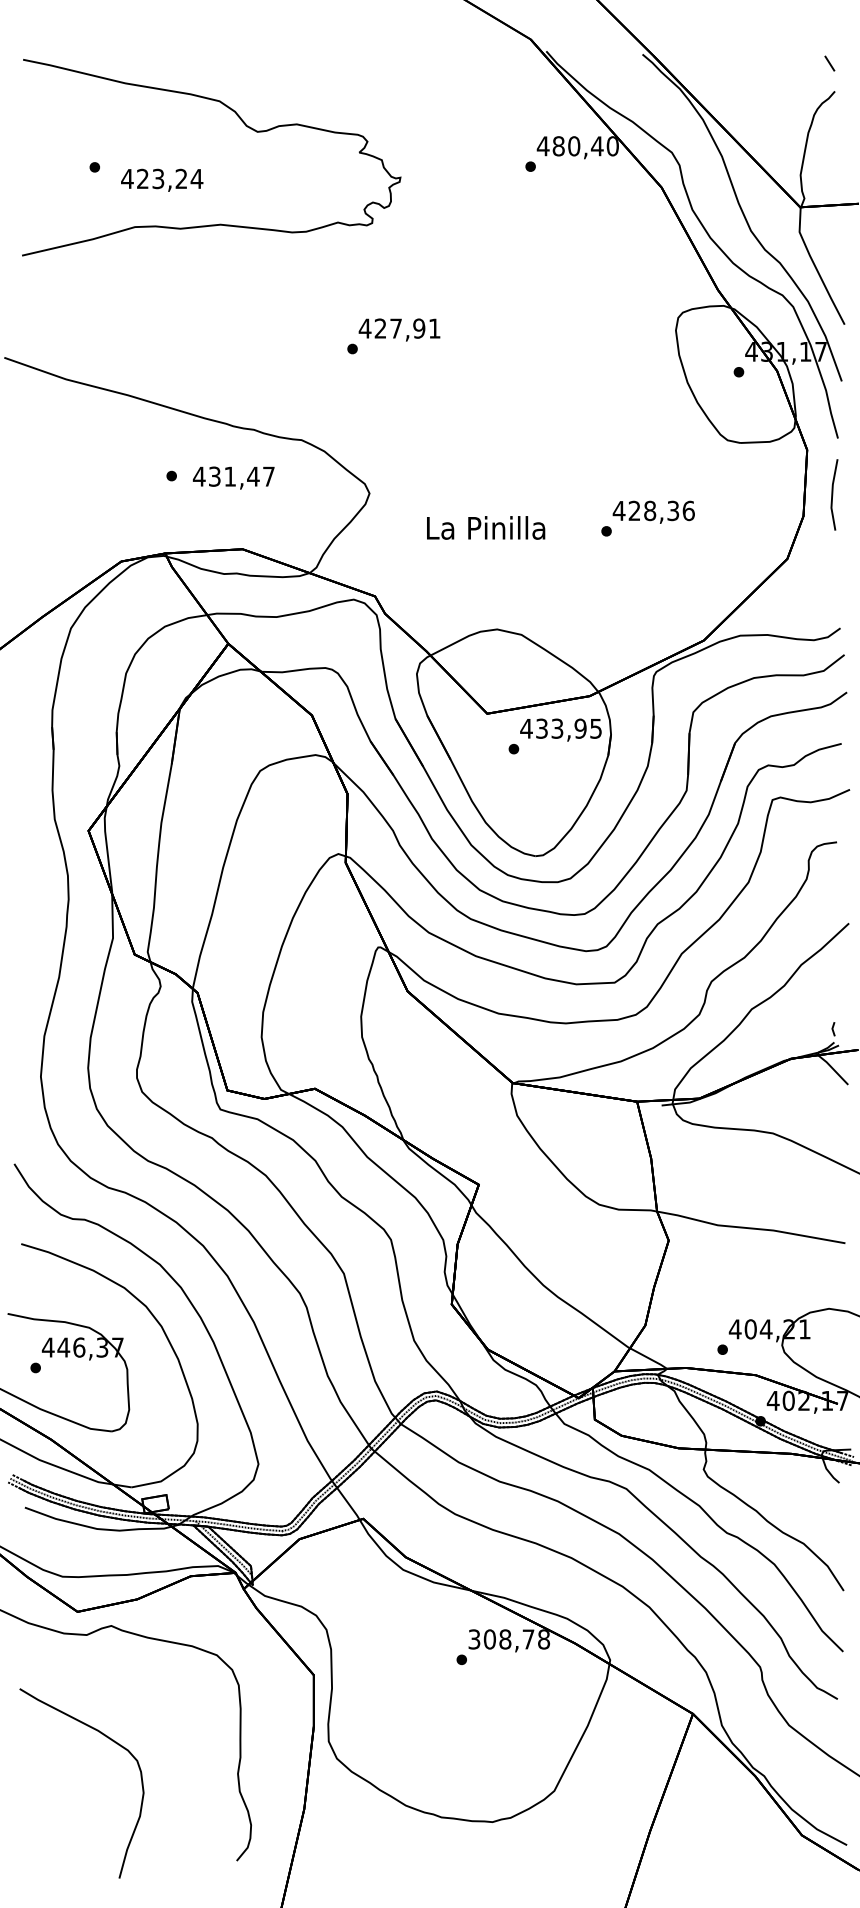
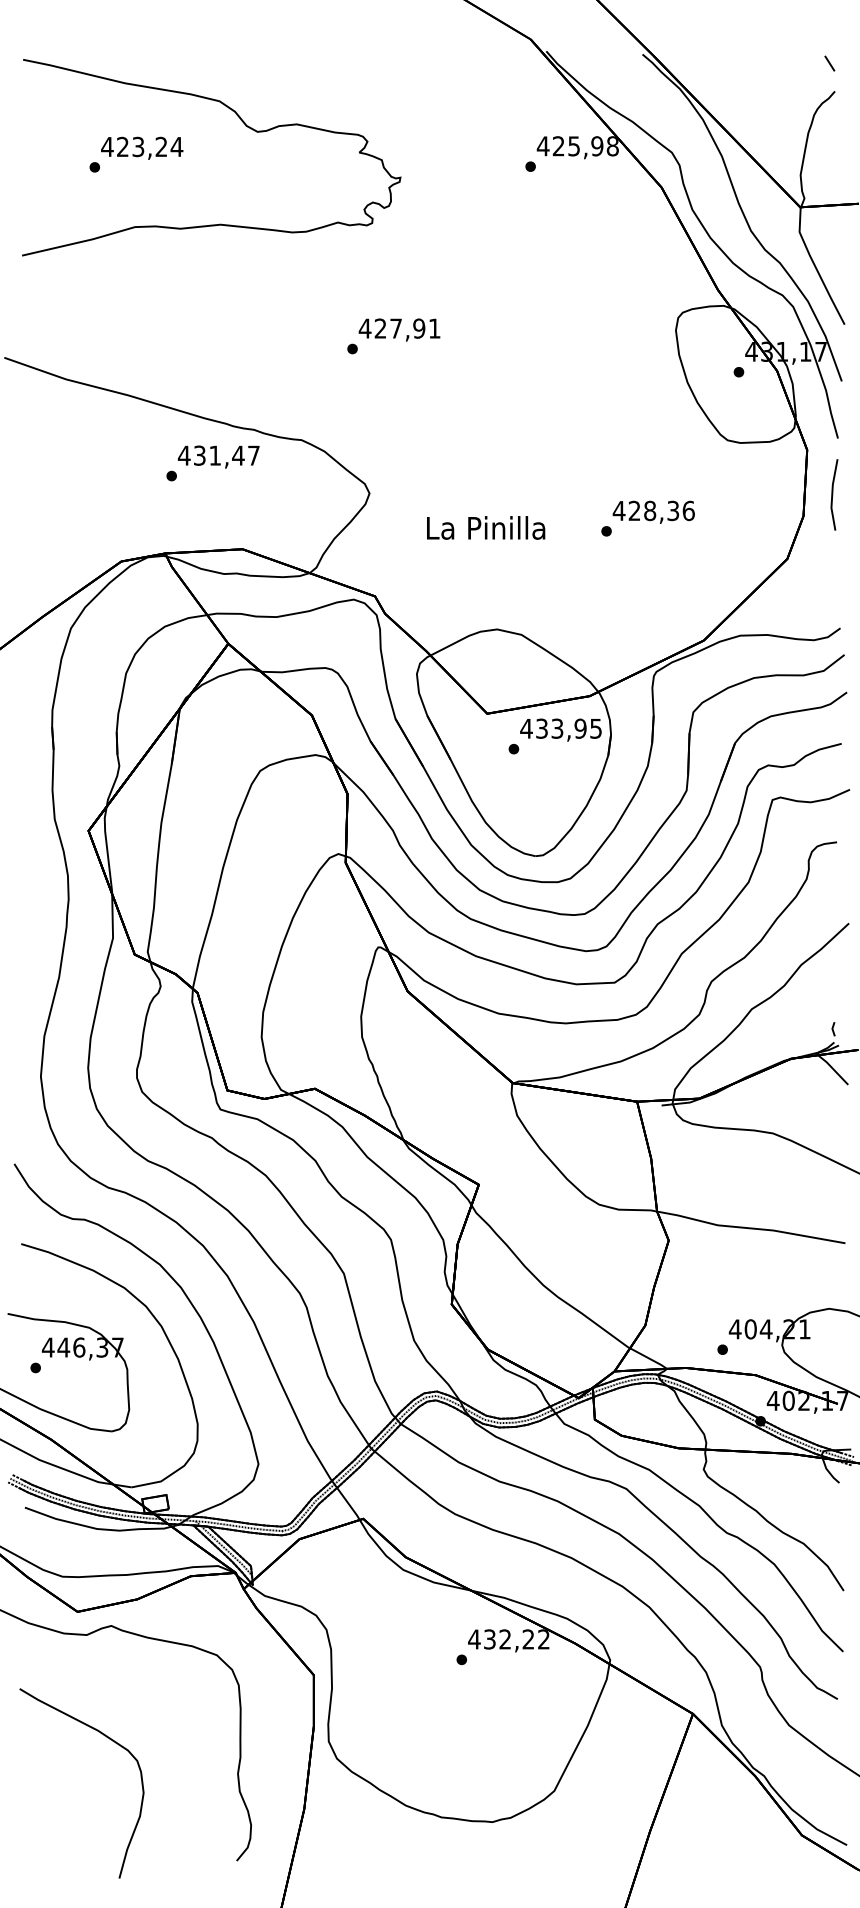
text at (585, 146): 480,40 -> 425,98
text at (162, 179) position: (162, 179) -> (142, 147)
text at (233, 477) position: (233, 477) -> (218, 456)
text at (509, 1639): 308,78 -> 432,22
